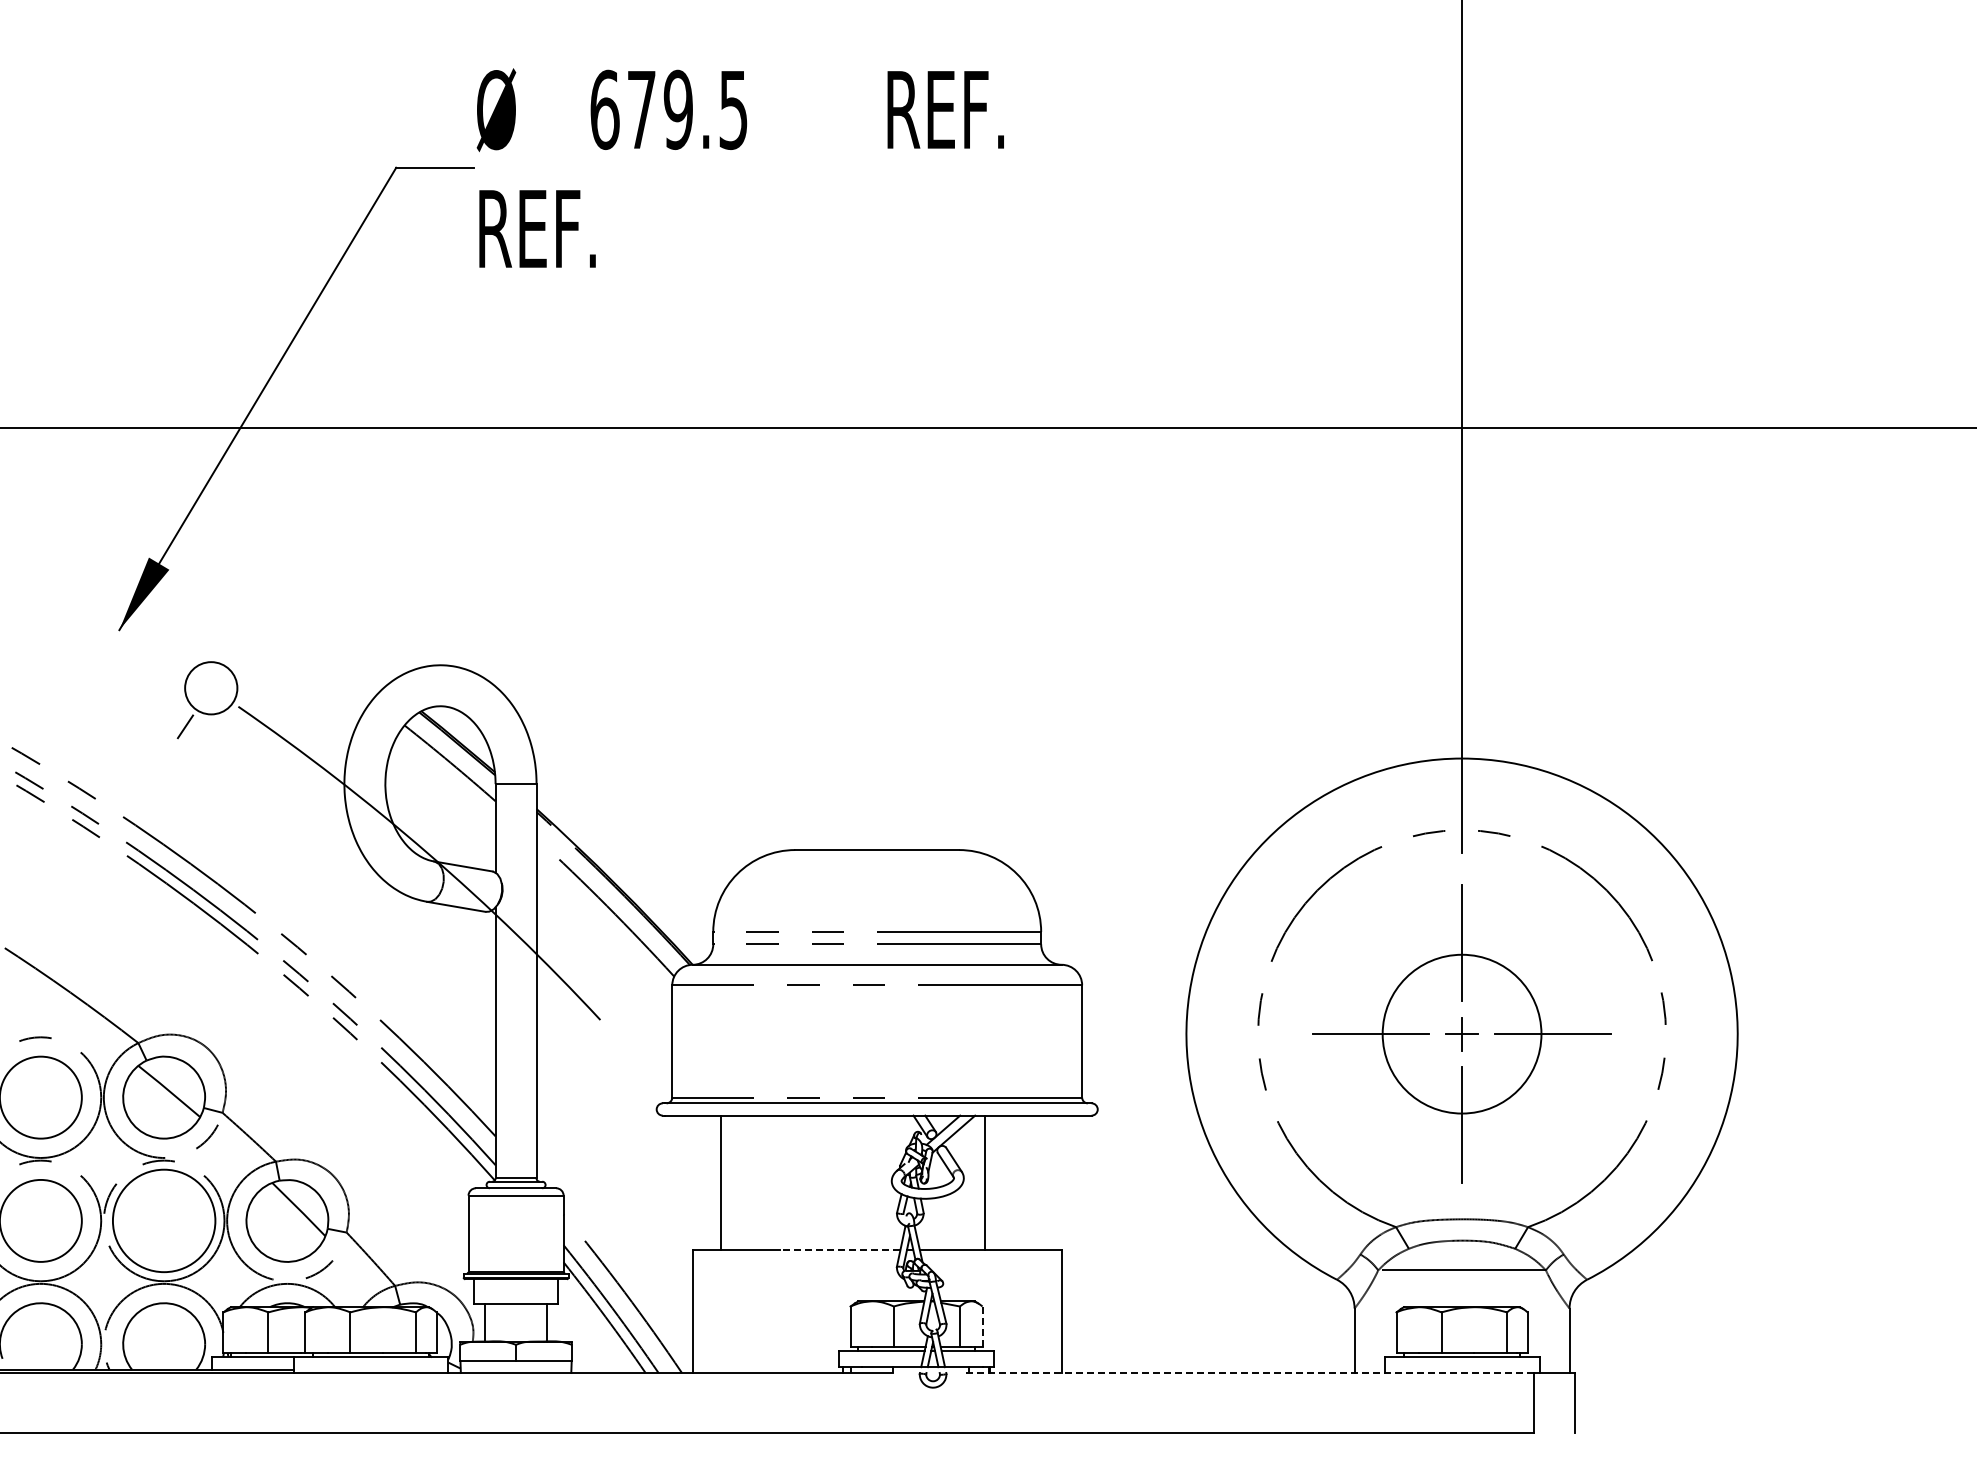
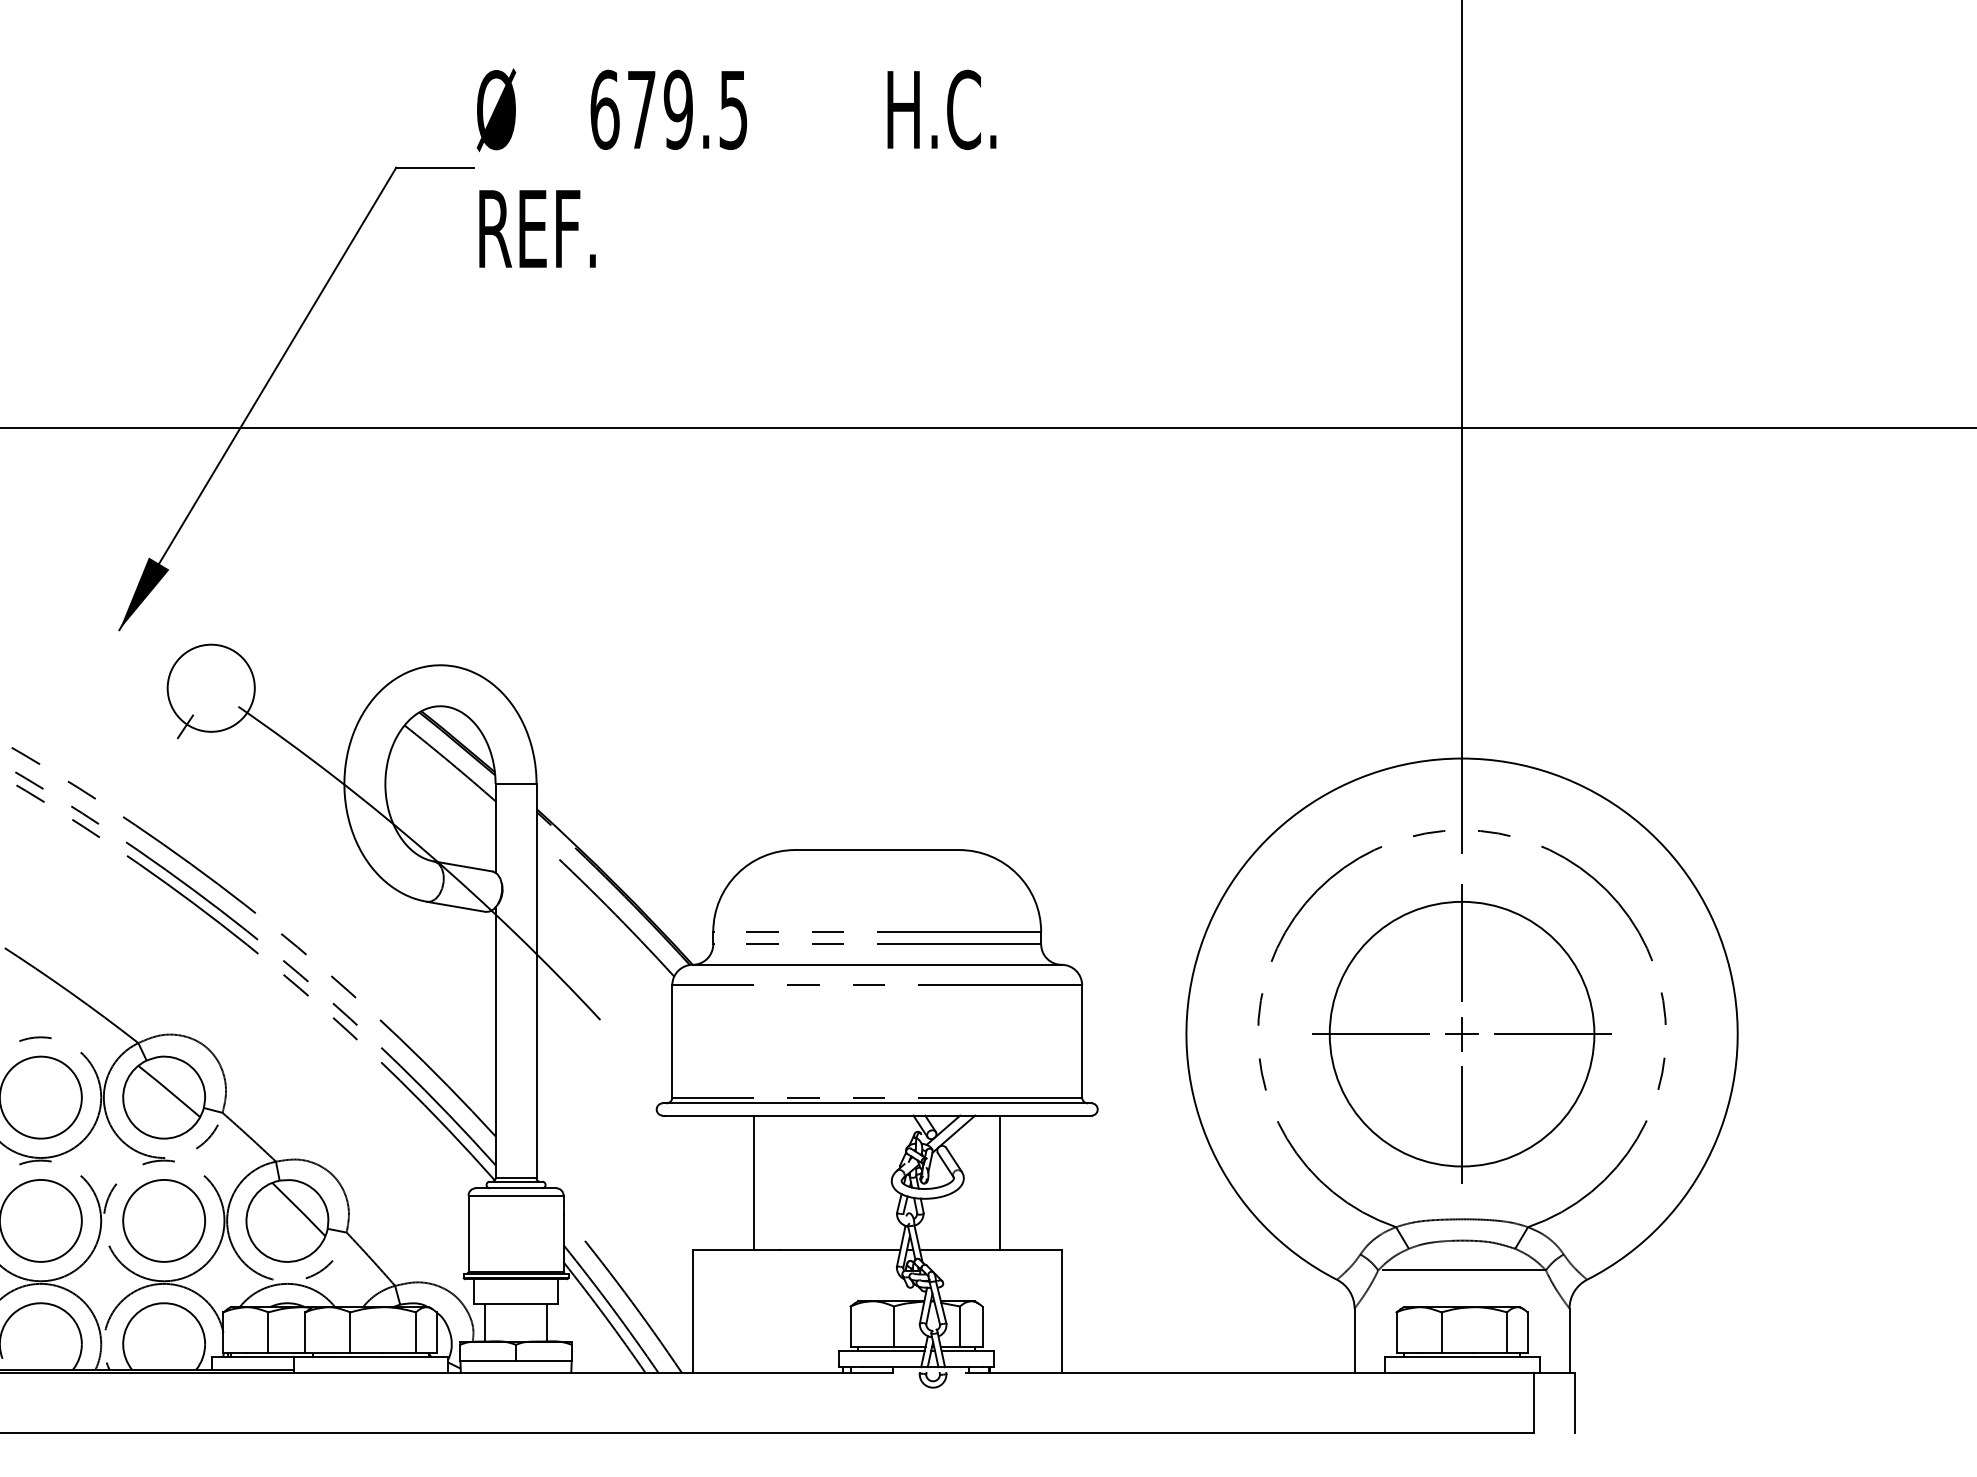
text at (948, 109): REF. -> H.C.
circle at (211, 688) diameter: 52 px -> 87 px
circle at (1461, 1033) diameter: 159 px -> 265 px
line at (720, 1182) position: (720, 1182) -> (753, 1182)
line at (985, 1182) position: (985, 1182) -> (1000, 1182)
circle at (163, 1220) diameter: 102 px -> 82 px
line at (839, 1250): dashed -> solid
line at (982, 1326): dashed -> solid
line at (1250, 1373): dashed -> solid
